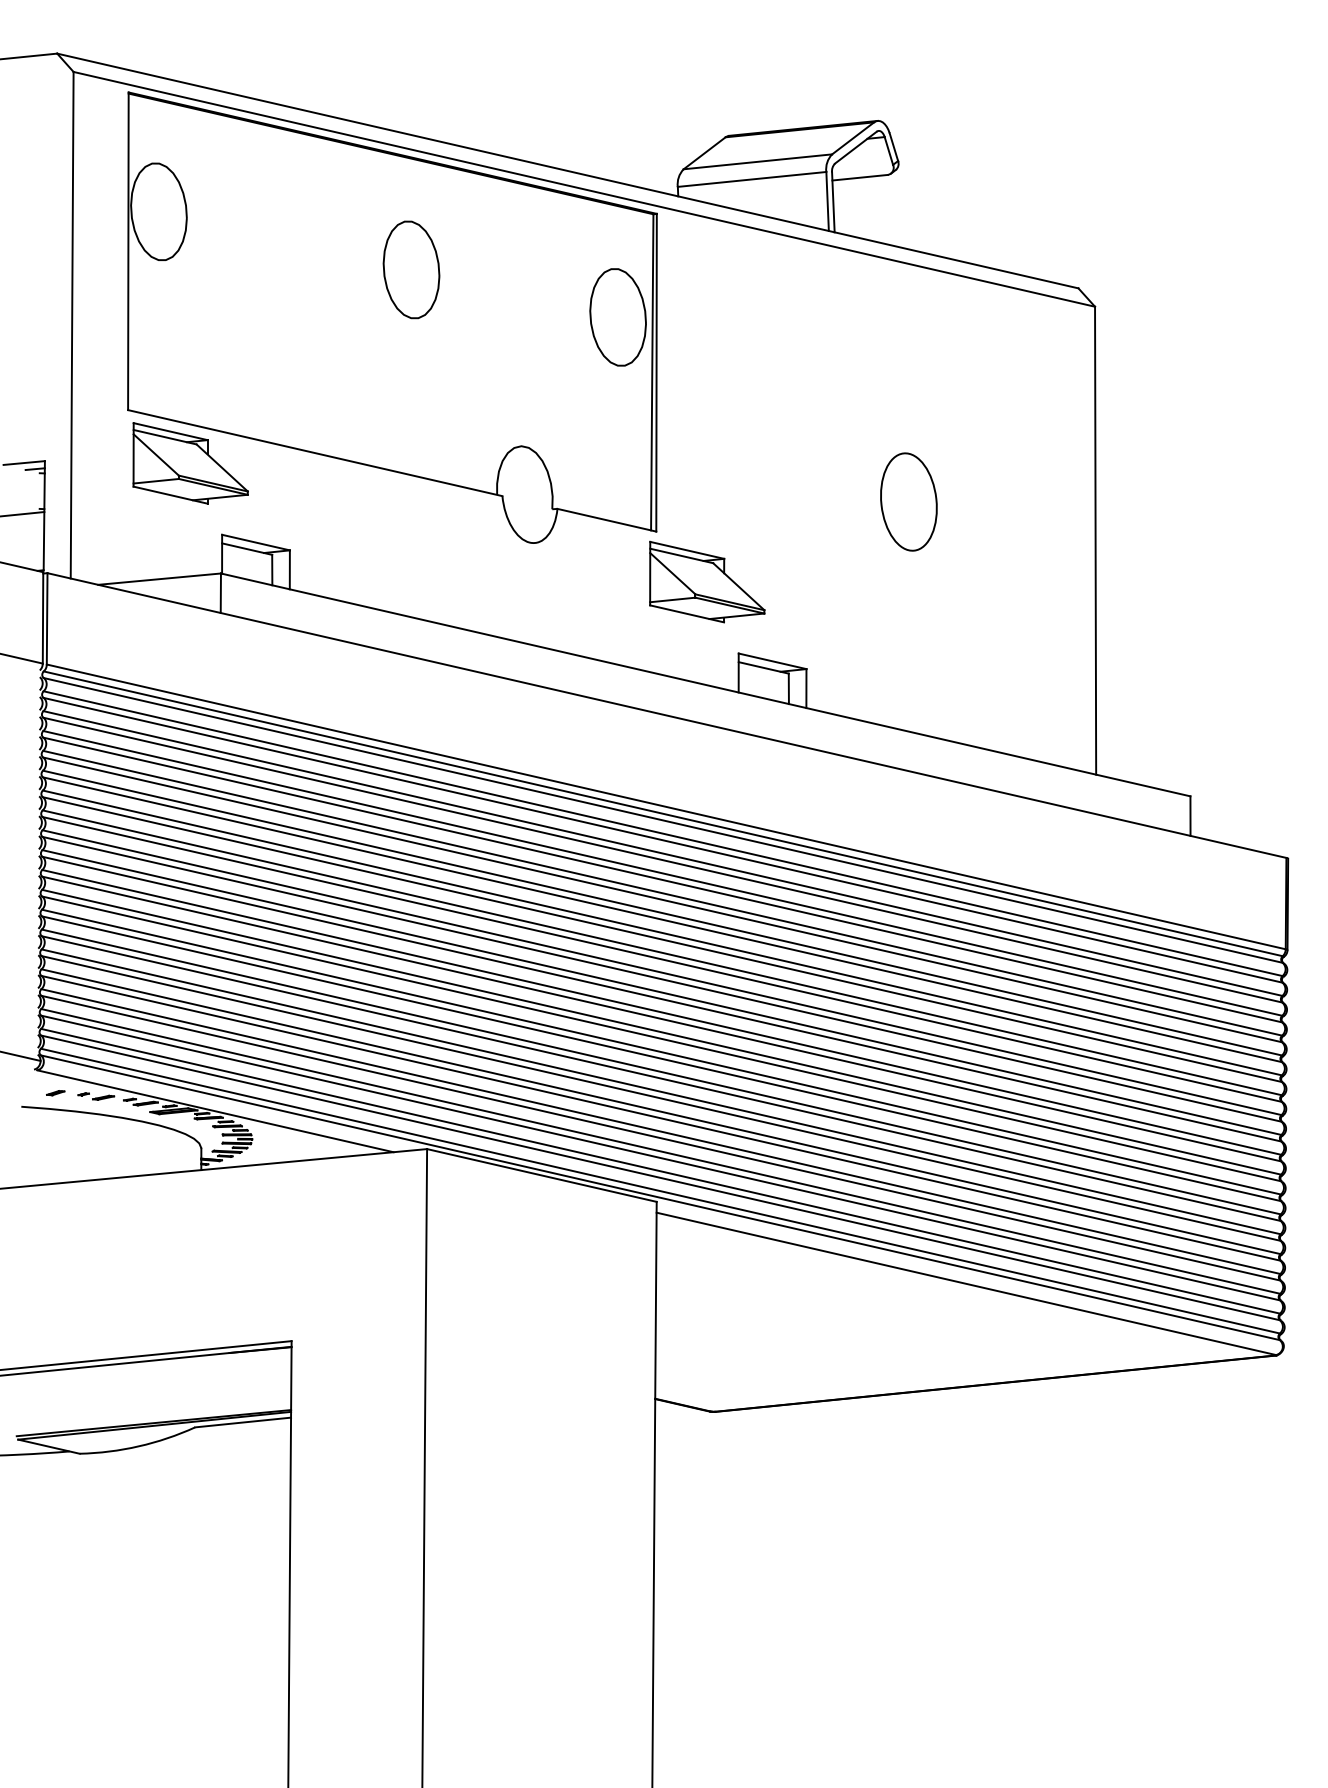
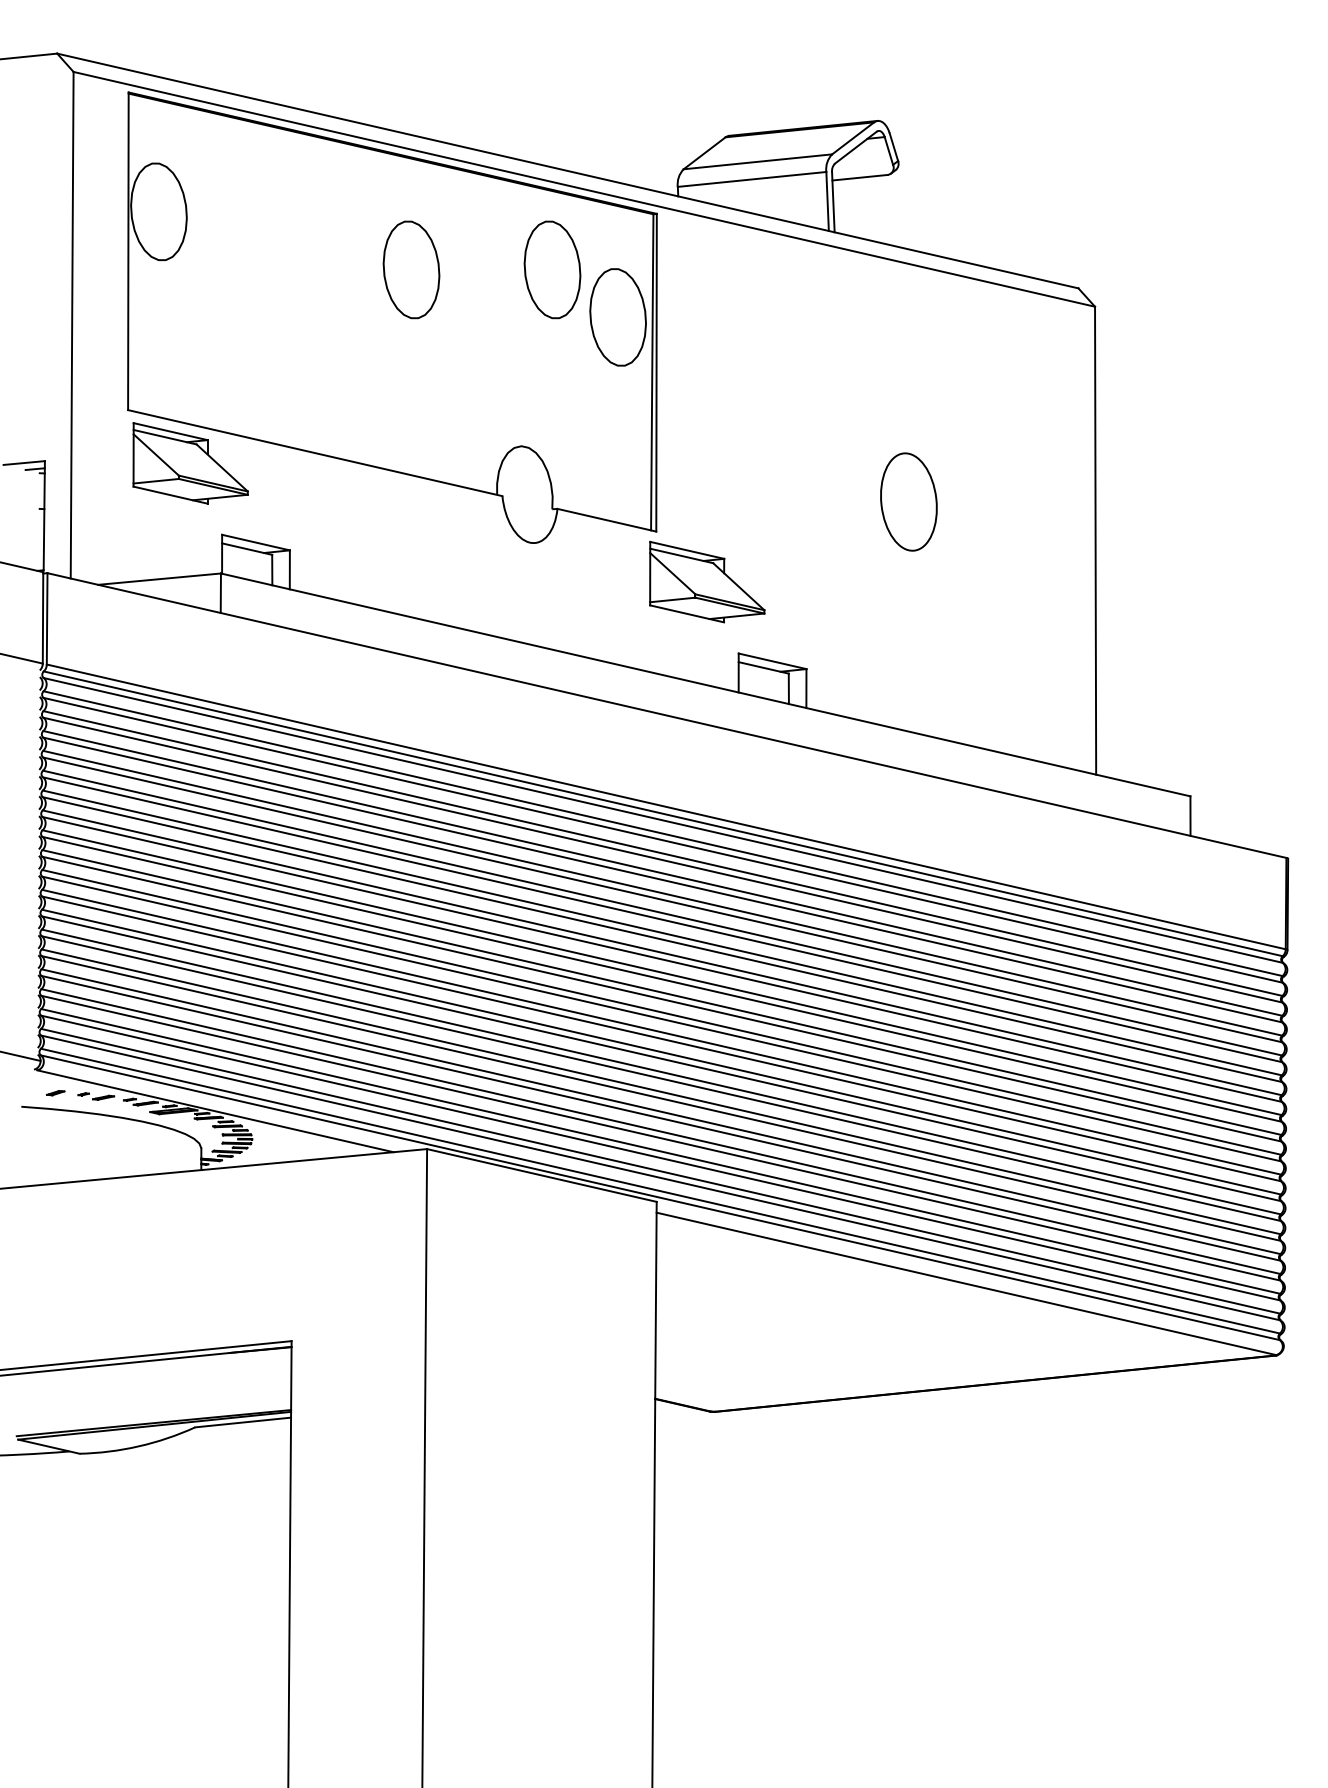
part at (552, 269): none -> present
line at (23, 514): present -> none
